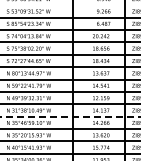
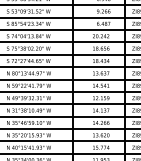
line at (69, 5): none -> present
line at (71, 116): dashed -> solid
